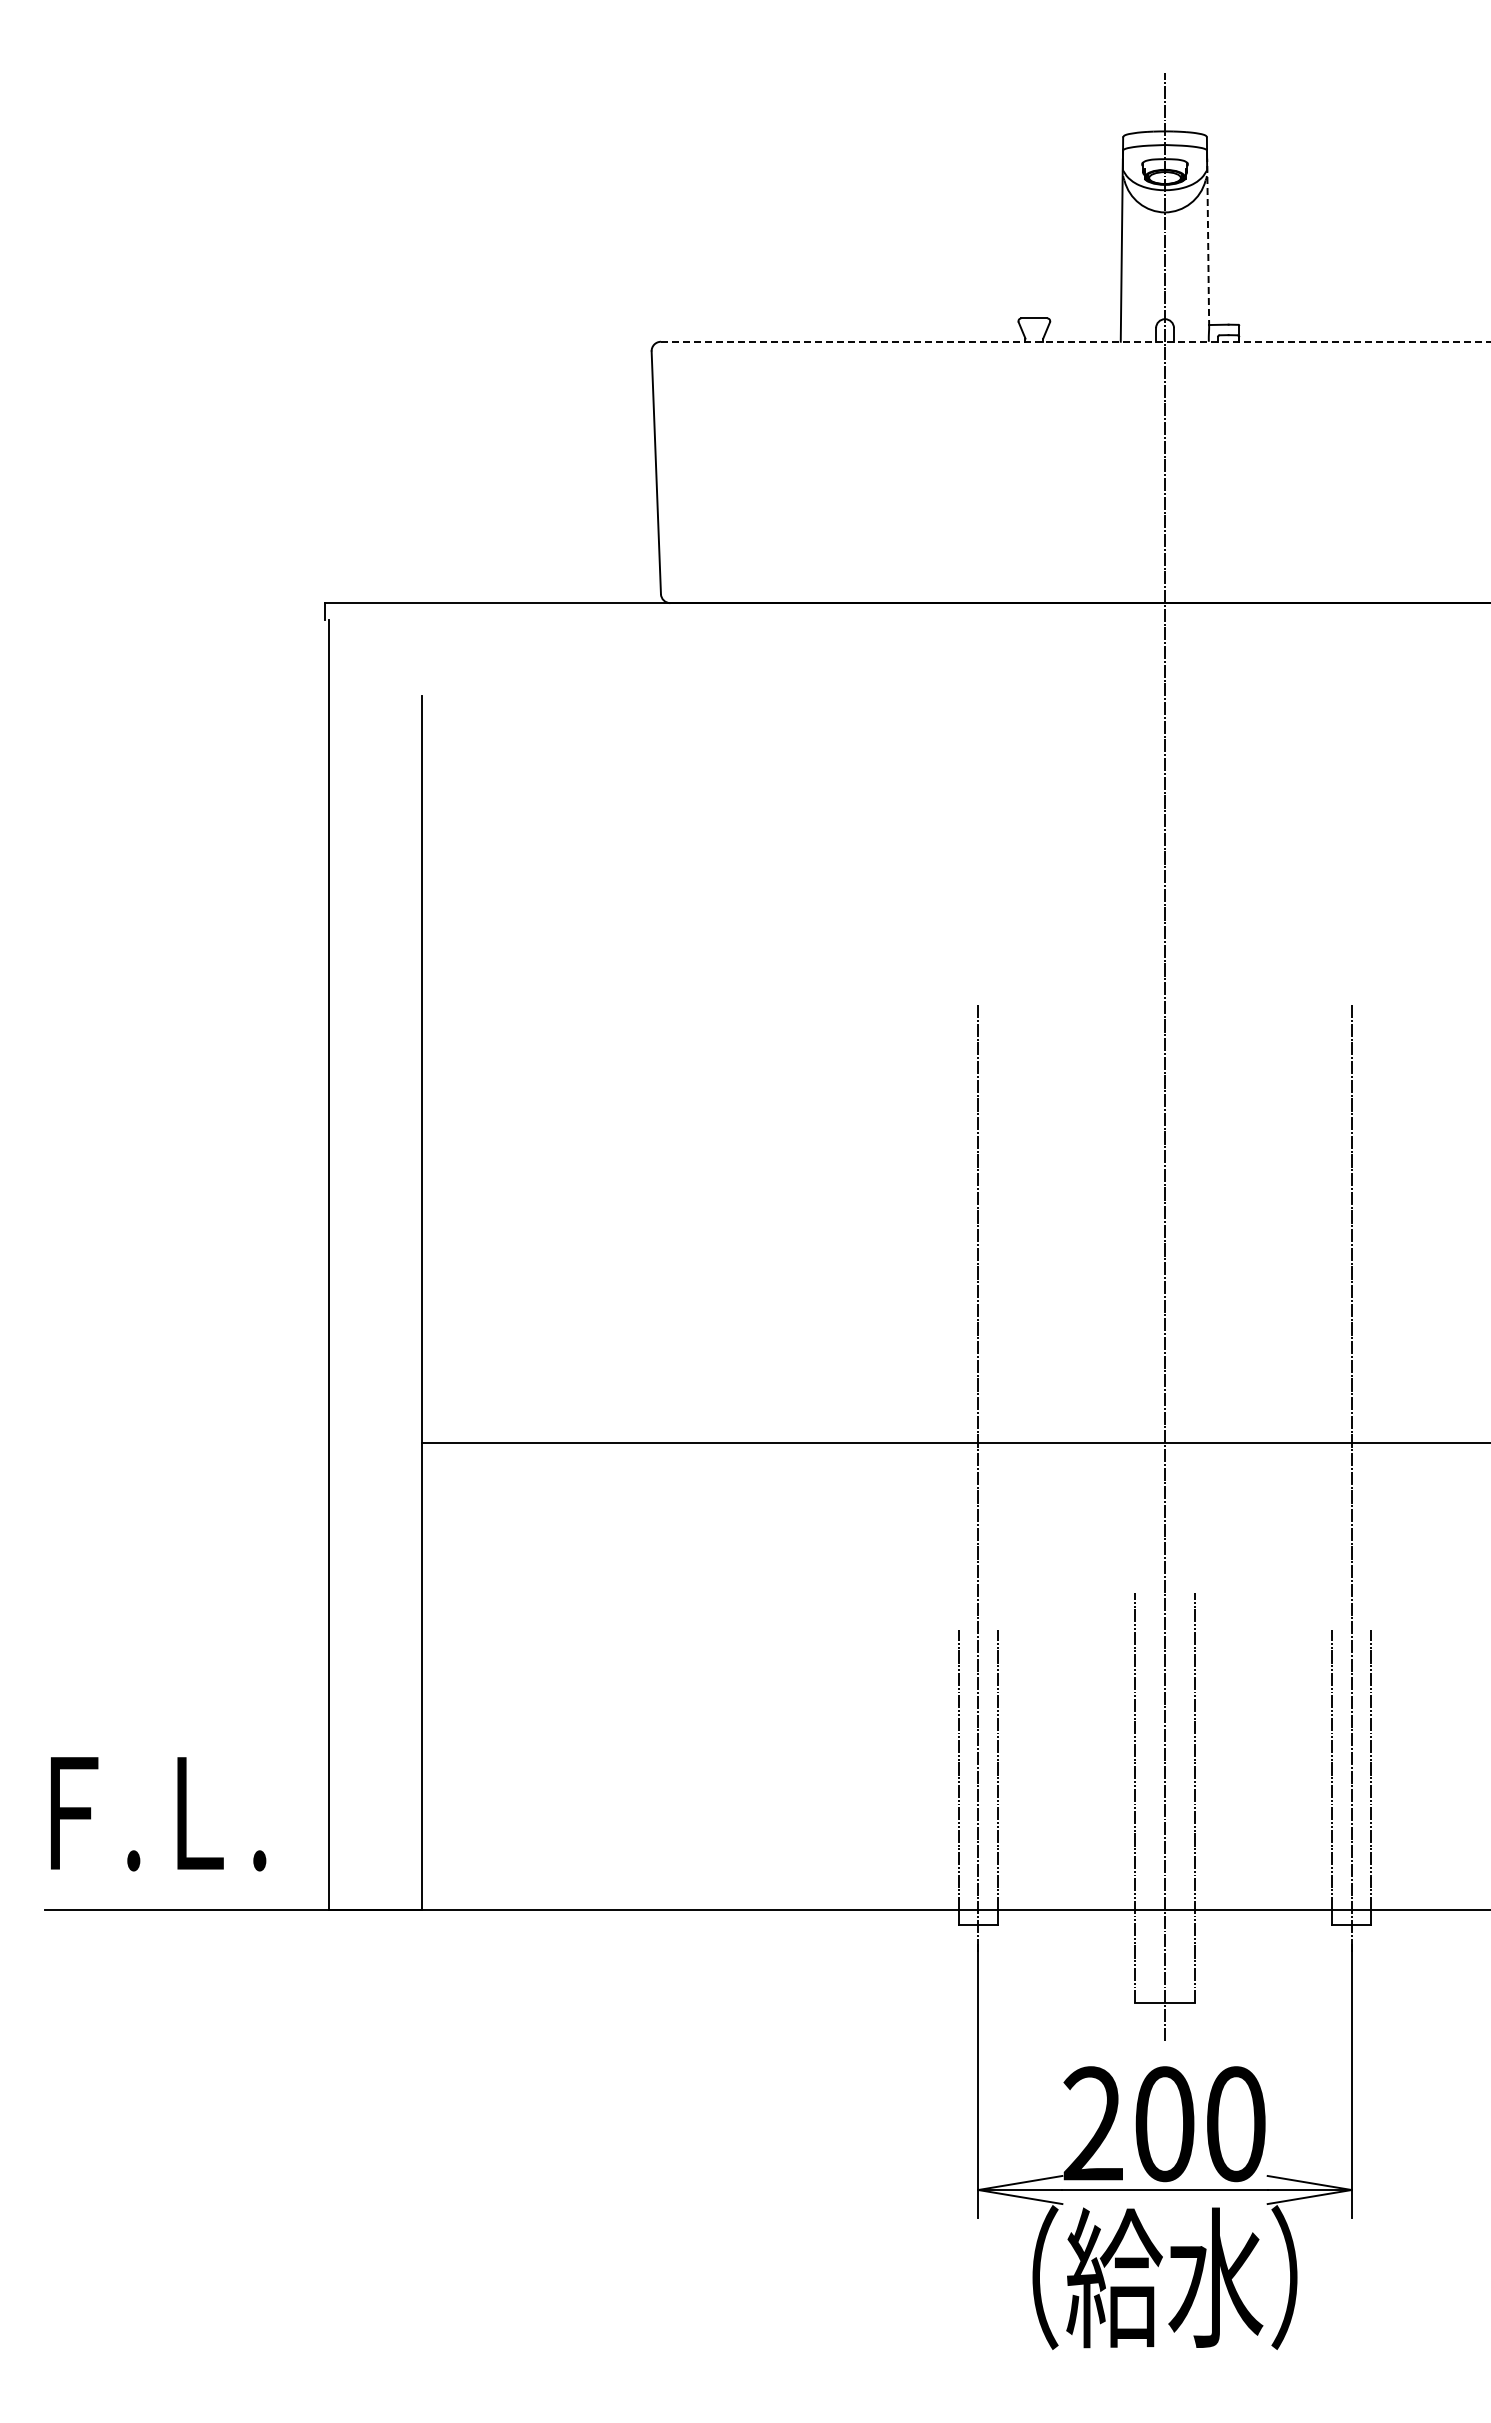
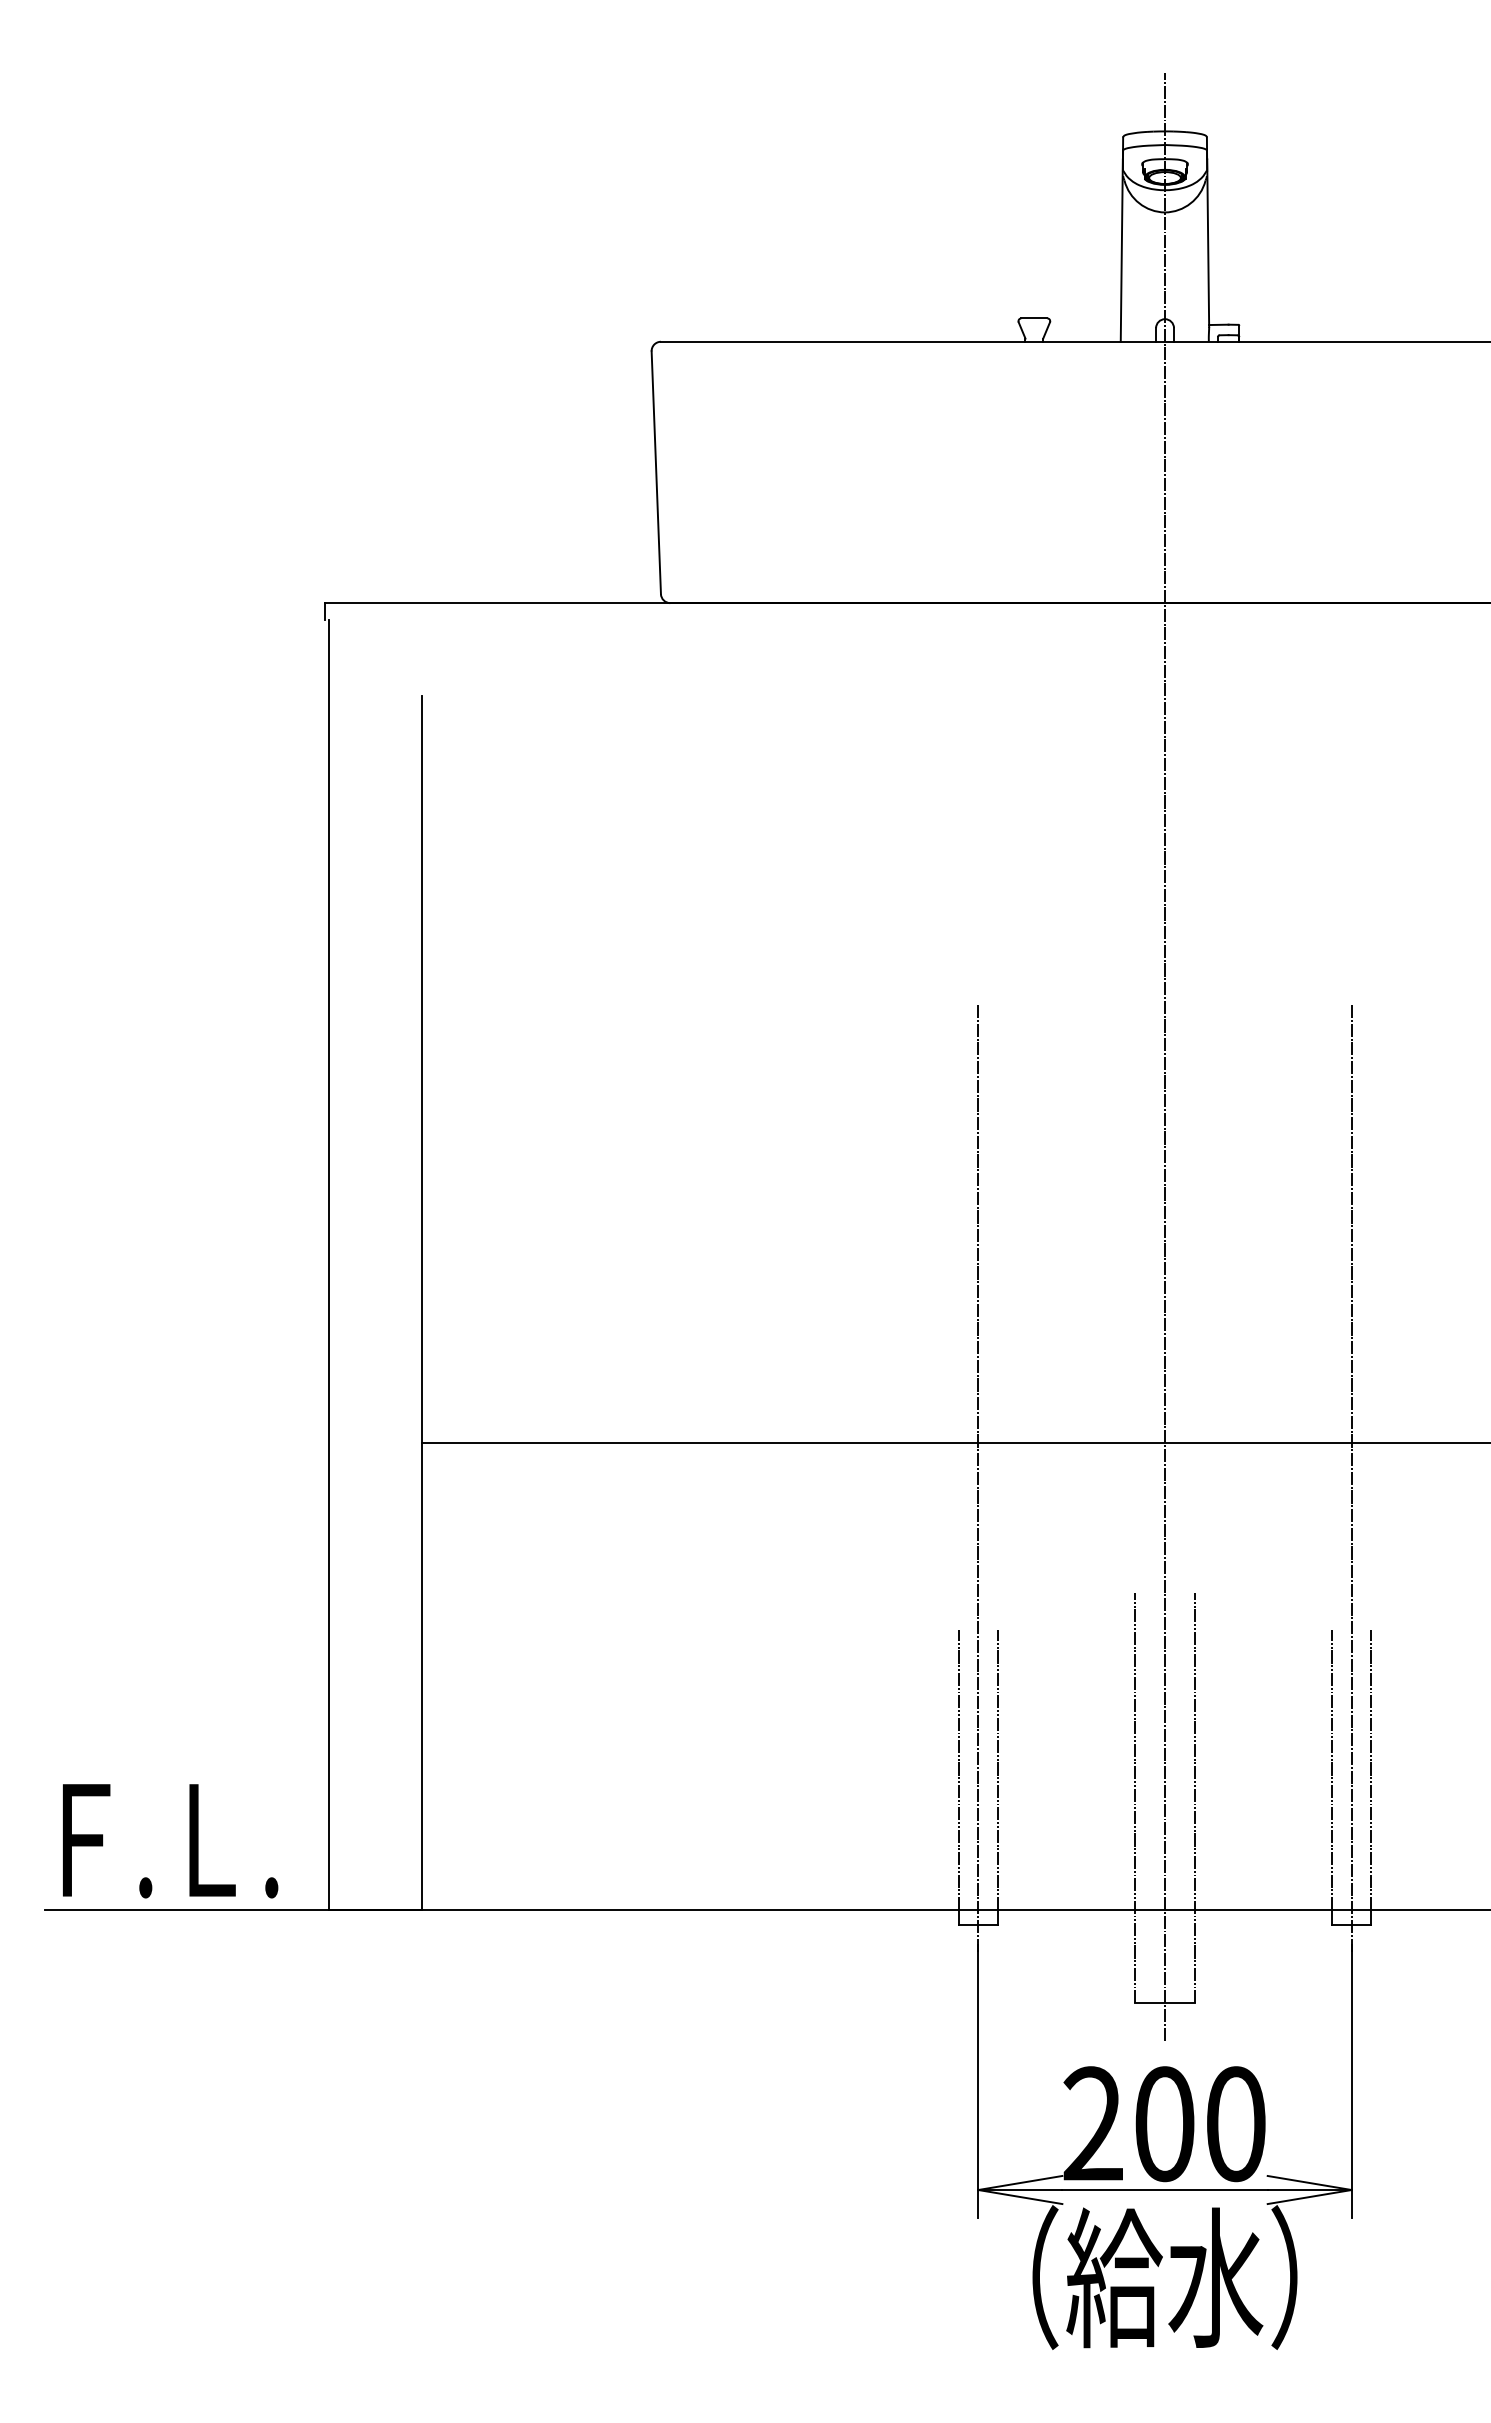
line at (1208, 243): dashed -> solid
line at (1075, 341): dashed -> solid
text at (158, 1814) position: (158, 1814) -> (170, 1841)
